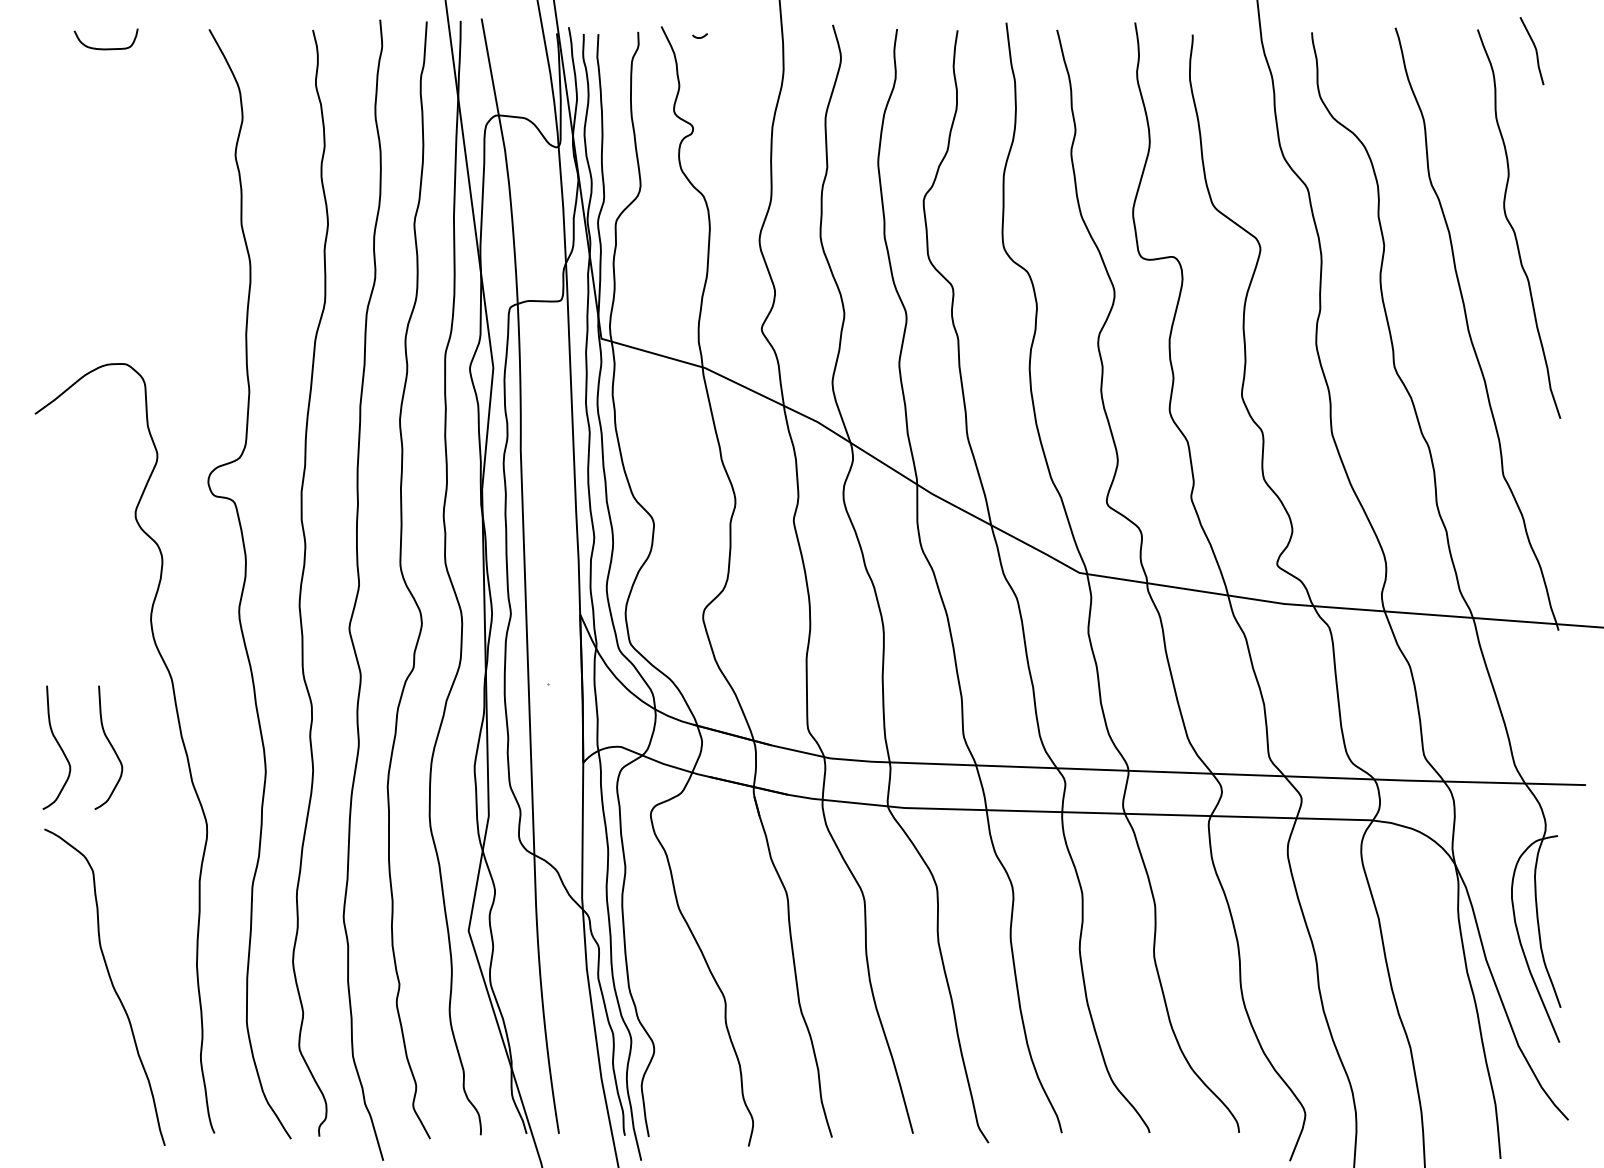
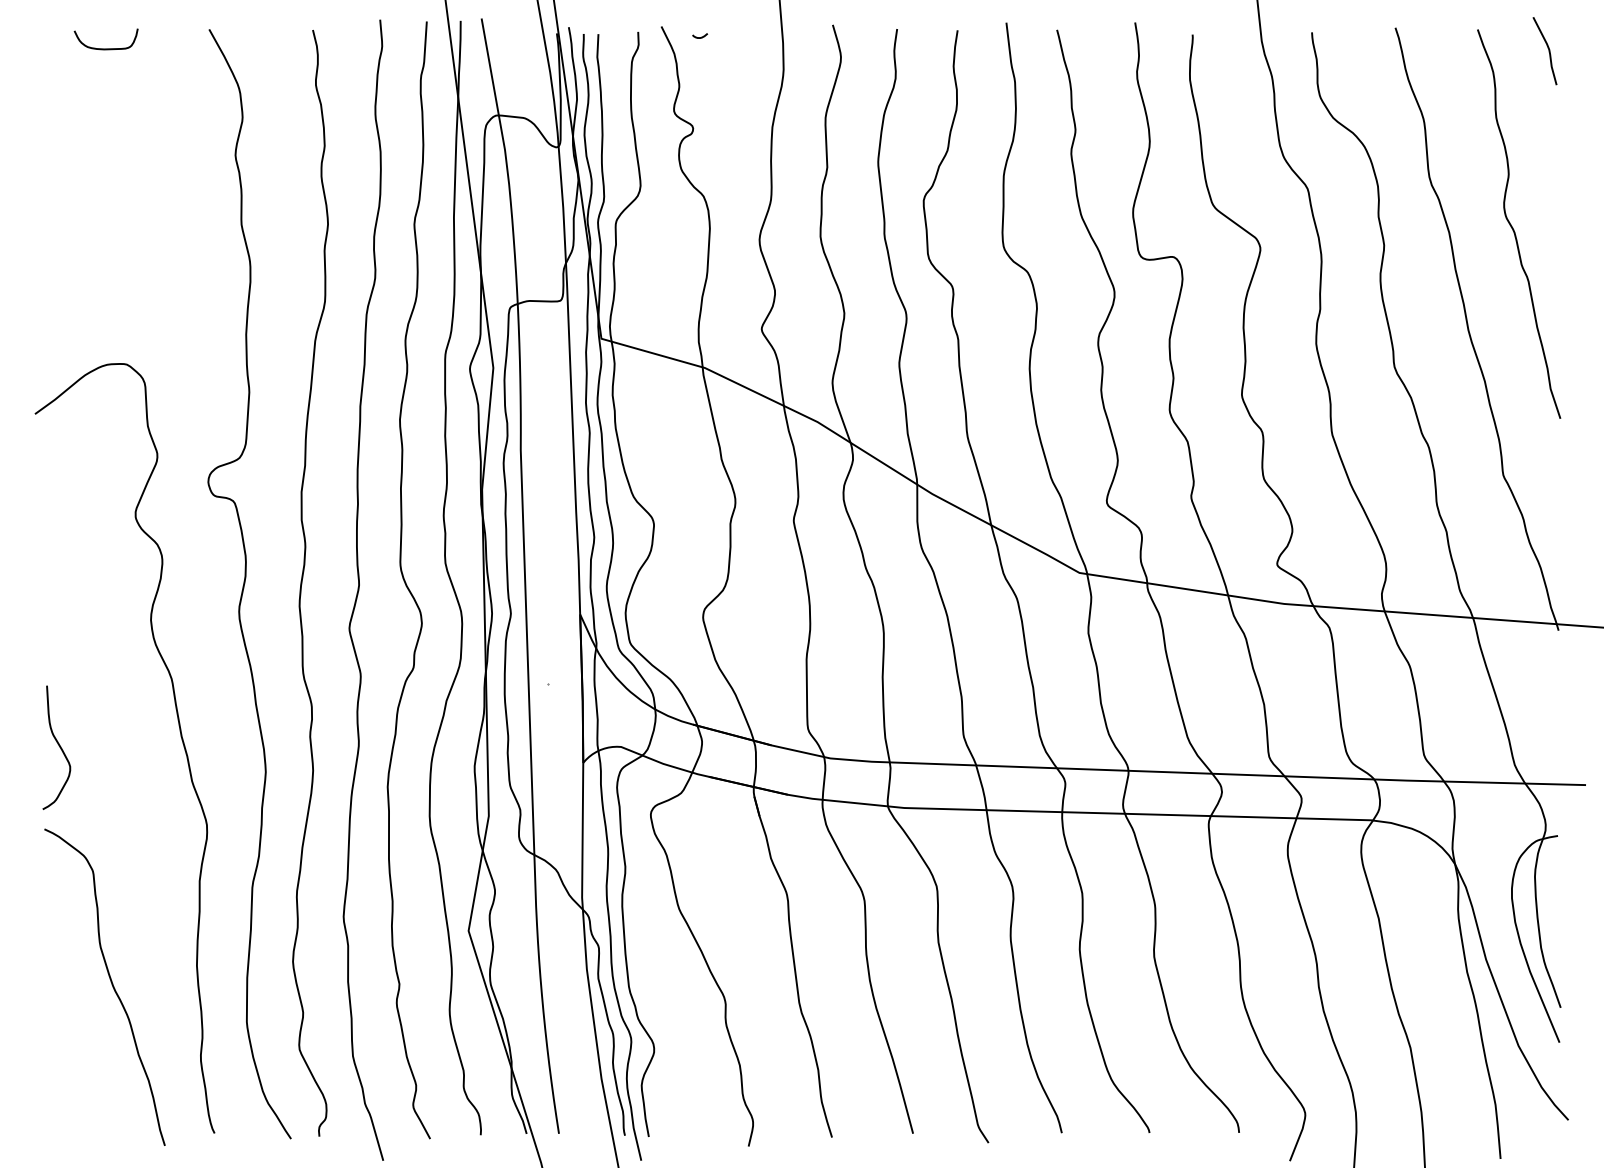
curve at (1535, 51) position: (1535, 51) -> (1548, 51)
curve at (110, 745): present -> none
